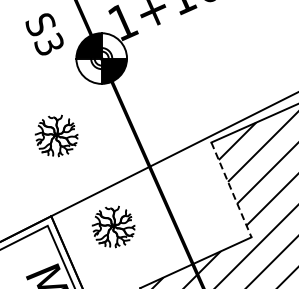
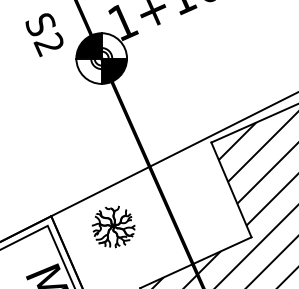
text at (48, 44): S3 -> S2
part at (56, 135): present -> none
line at (231, 190): dashed -> solid
